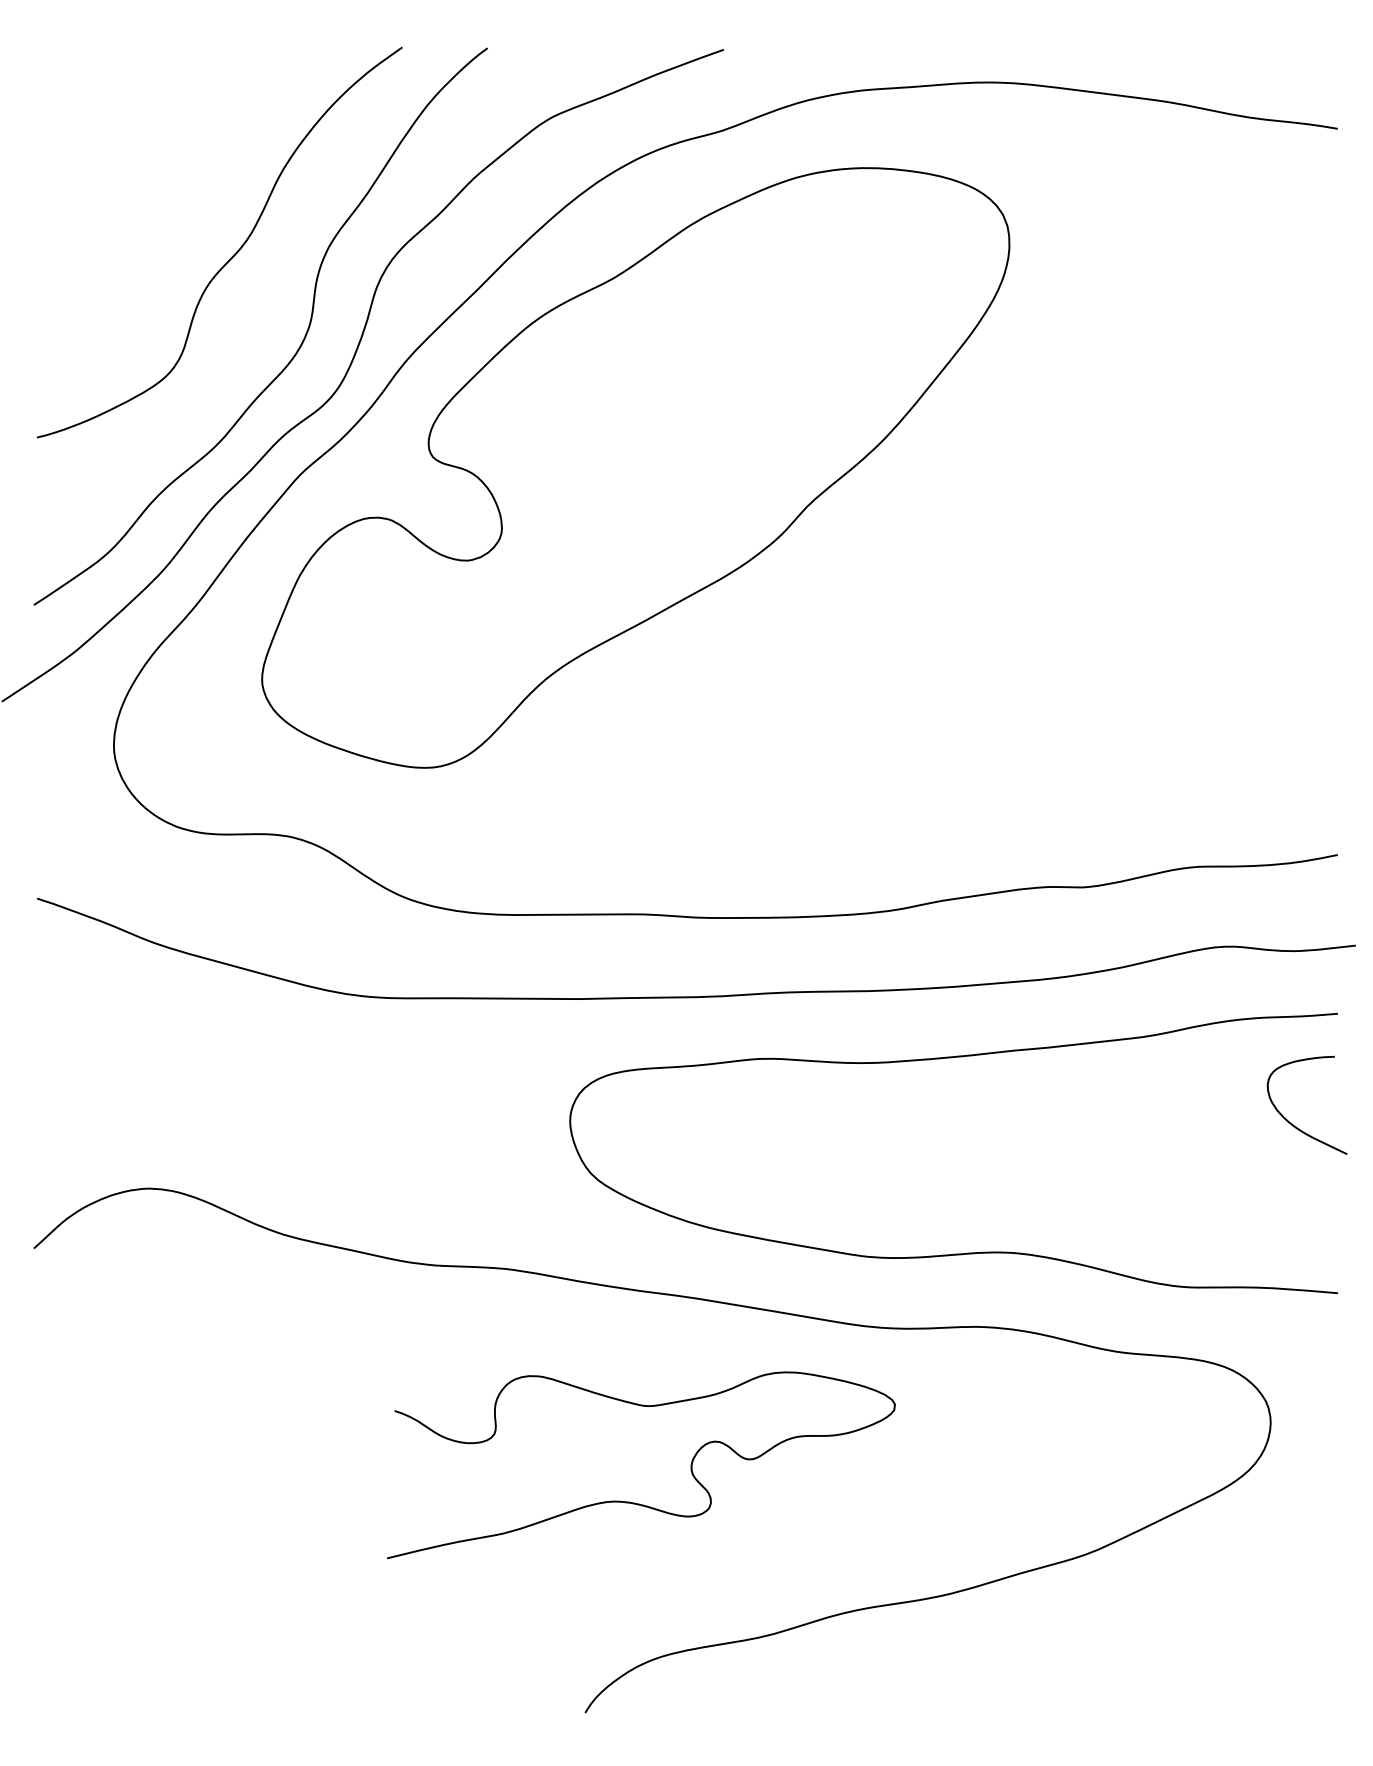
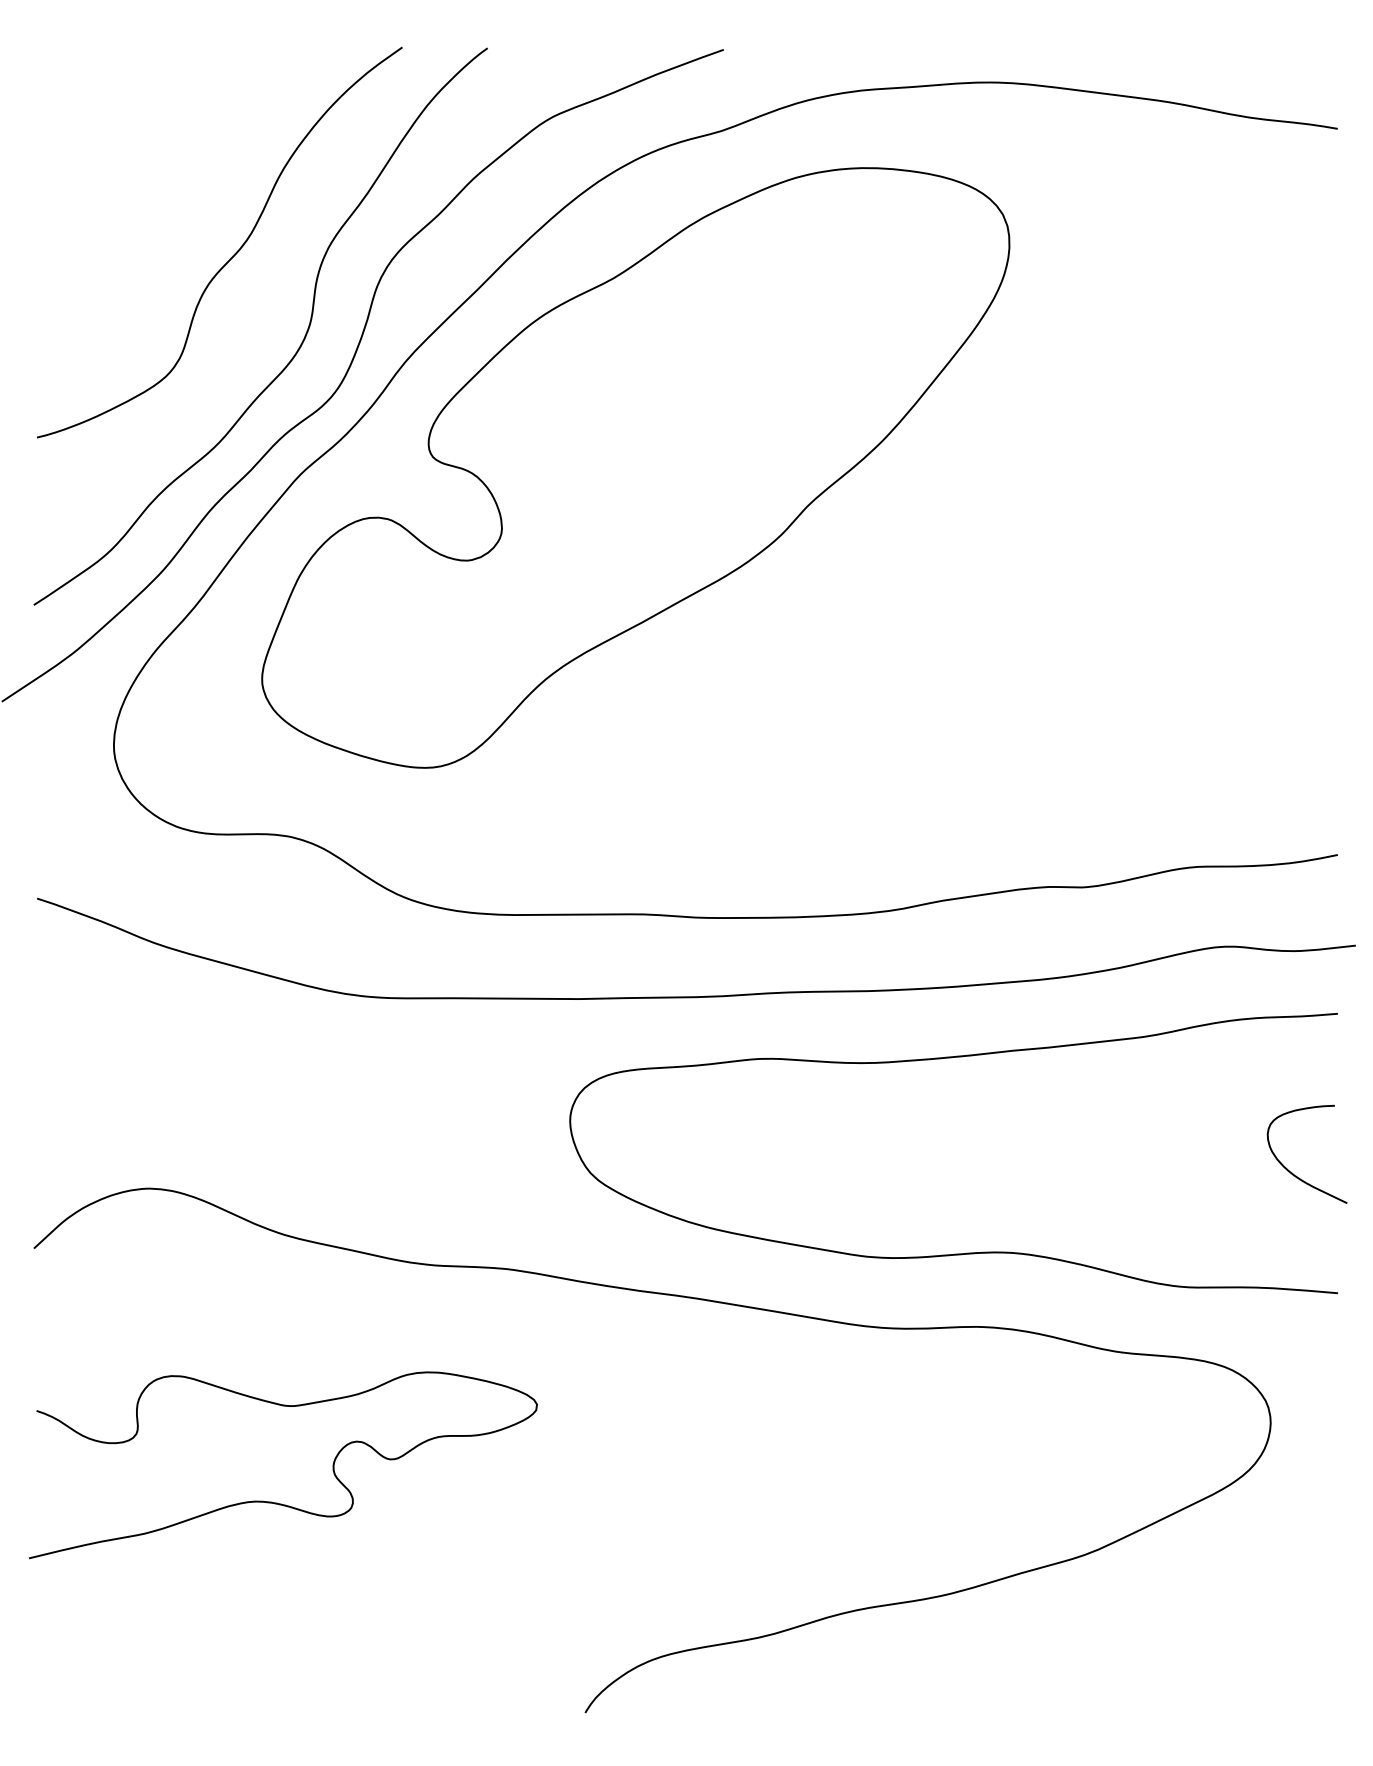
curve at (1292, 1123) position: (1292, 1123) -> (1292, 1172)
curve at (635, 1502) position: (635, 1502) -> (277, 1502)
